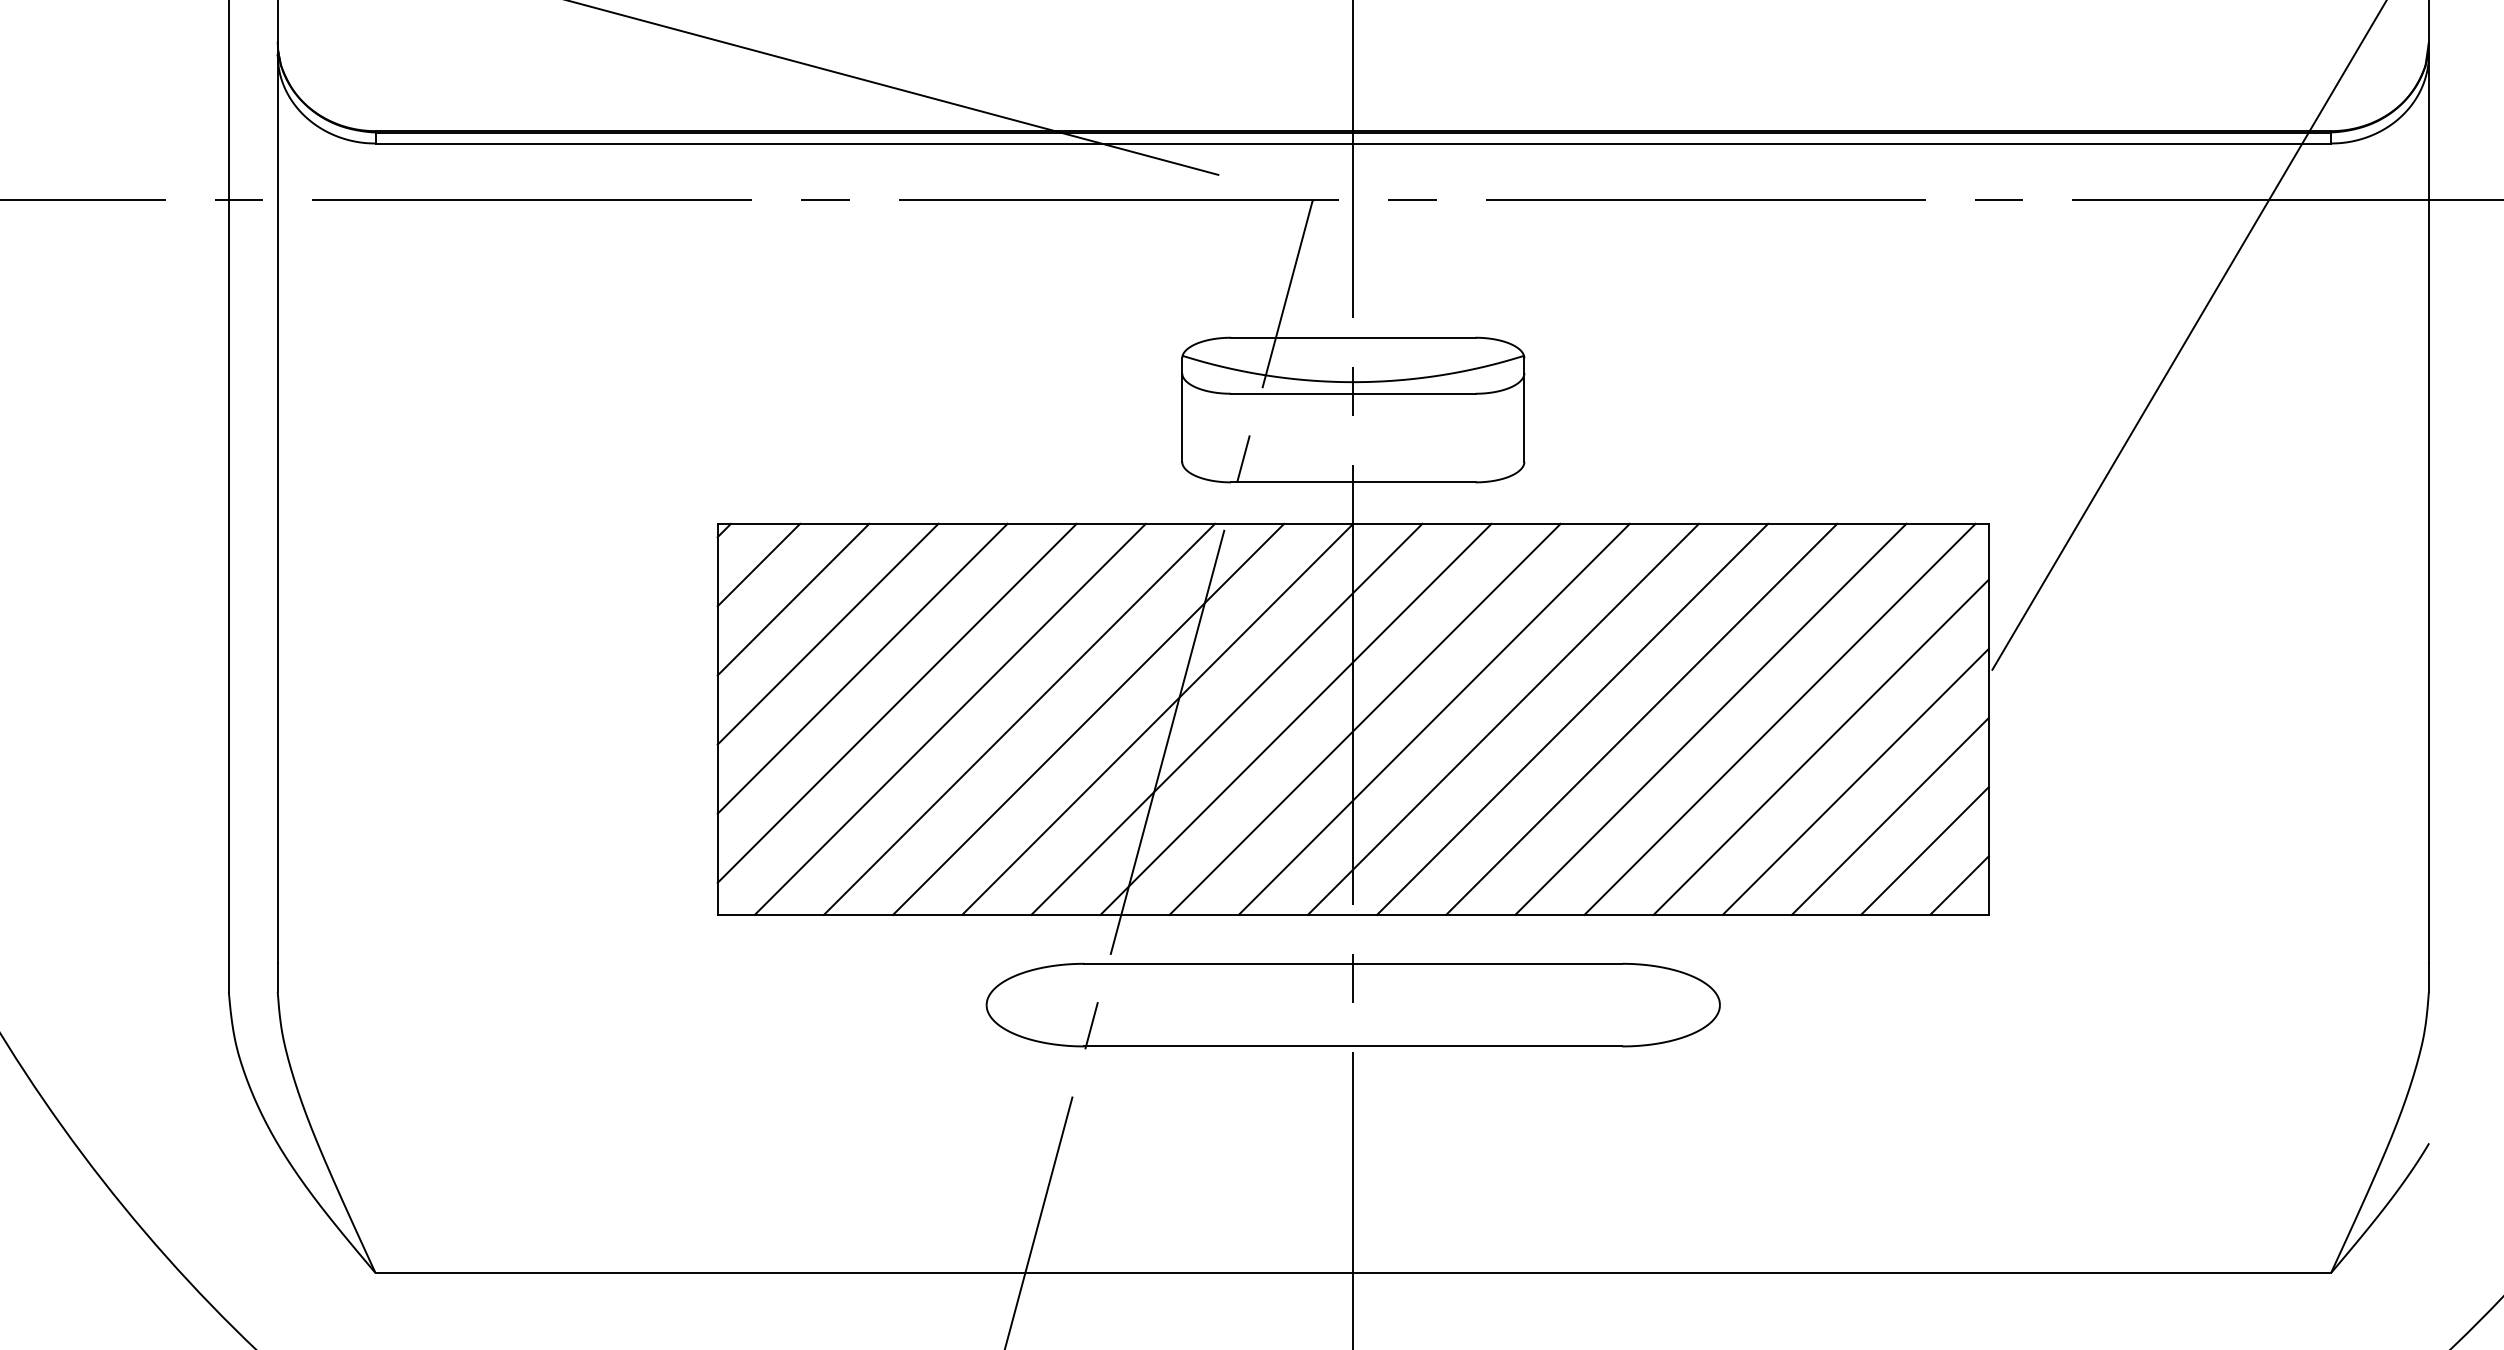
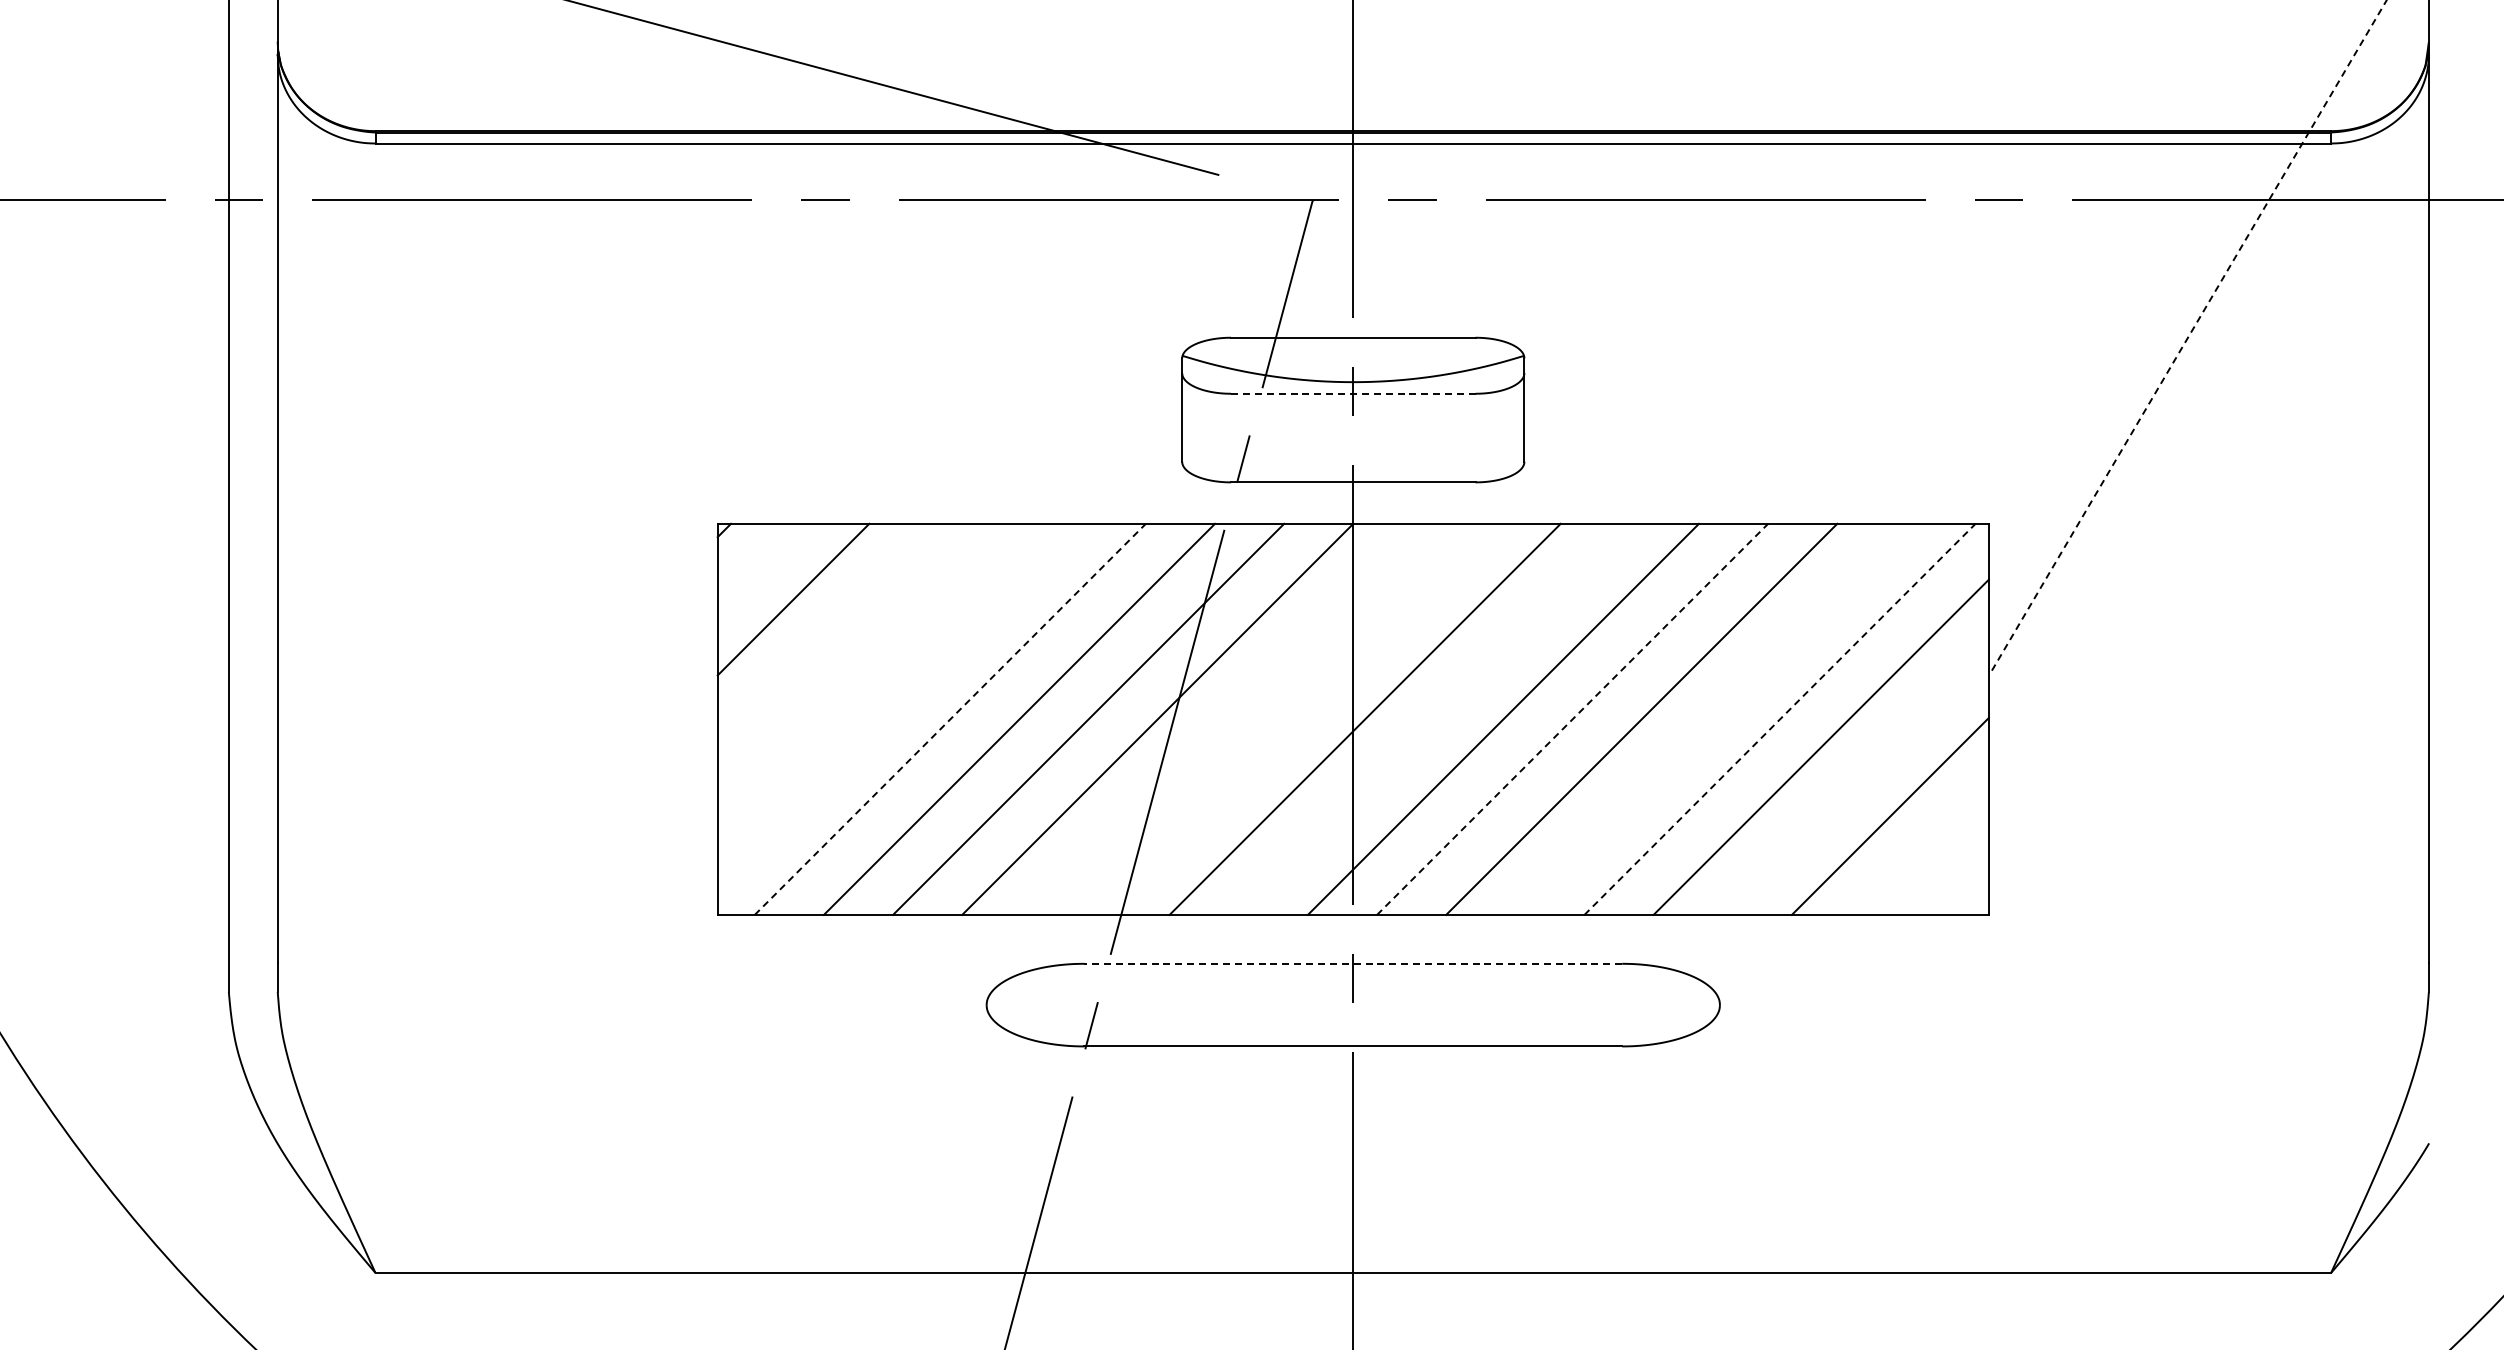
line at (2189, 335): solid -> dashed
line at (1353, 393): solid -> dashed
line at (758, 564): present -> none
line at (827, 633): present -> none
line at (862, 668): present -> none
line at (896, 702): present -> none
line at (1226, 718): present -> none
line at (1295, 718): present -> none
line at (1433, 718): present -> none
line at (1710, 718): present -> none
line at (950, 719): solid -> dashed
line at (1572, 719): solid -> dashed
line at (1780, 719): solid -> dashed
line at (1855, 781): present -> none
line at (1924, 850): present -> none
line at (1959, 885): present -> none
line at (1353, 963): solid -> dashed
